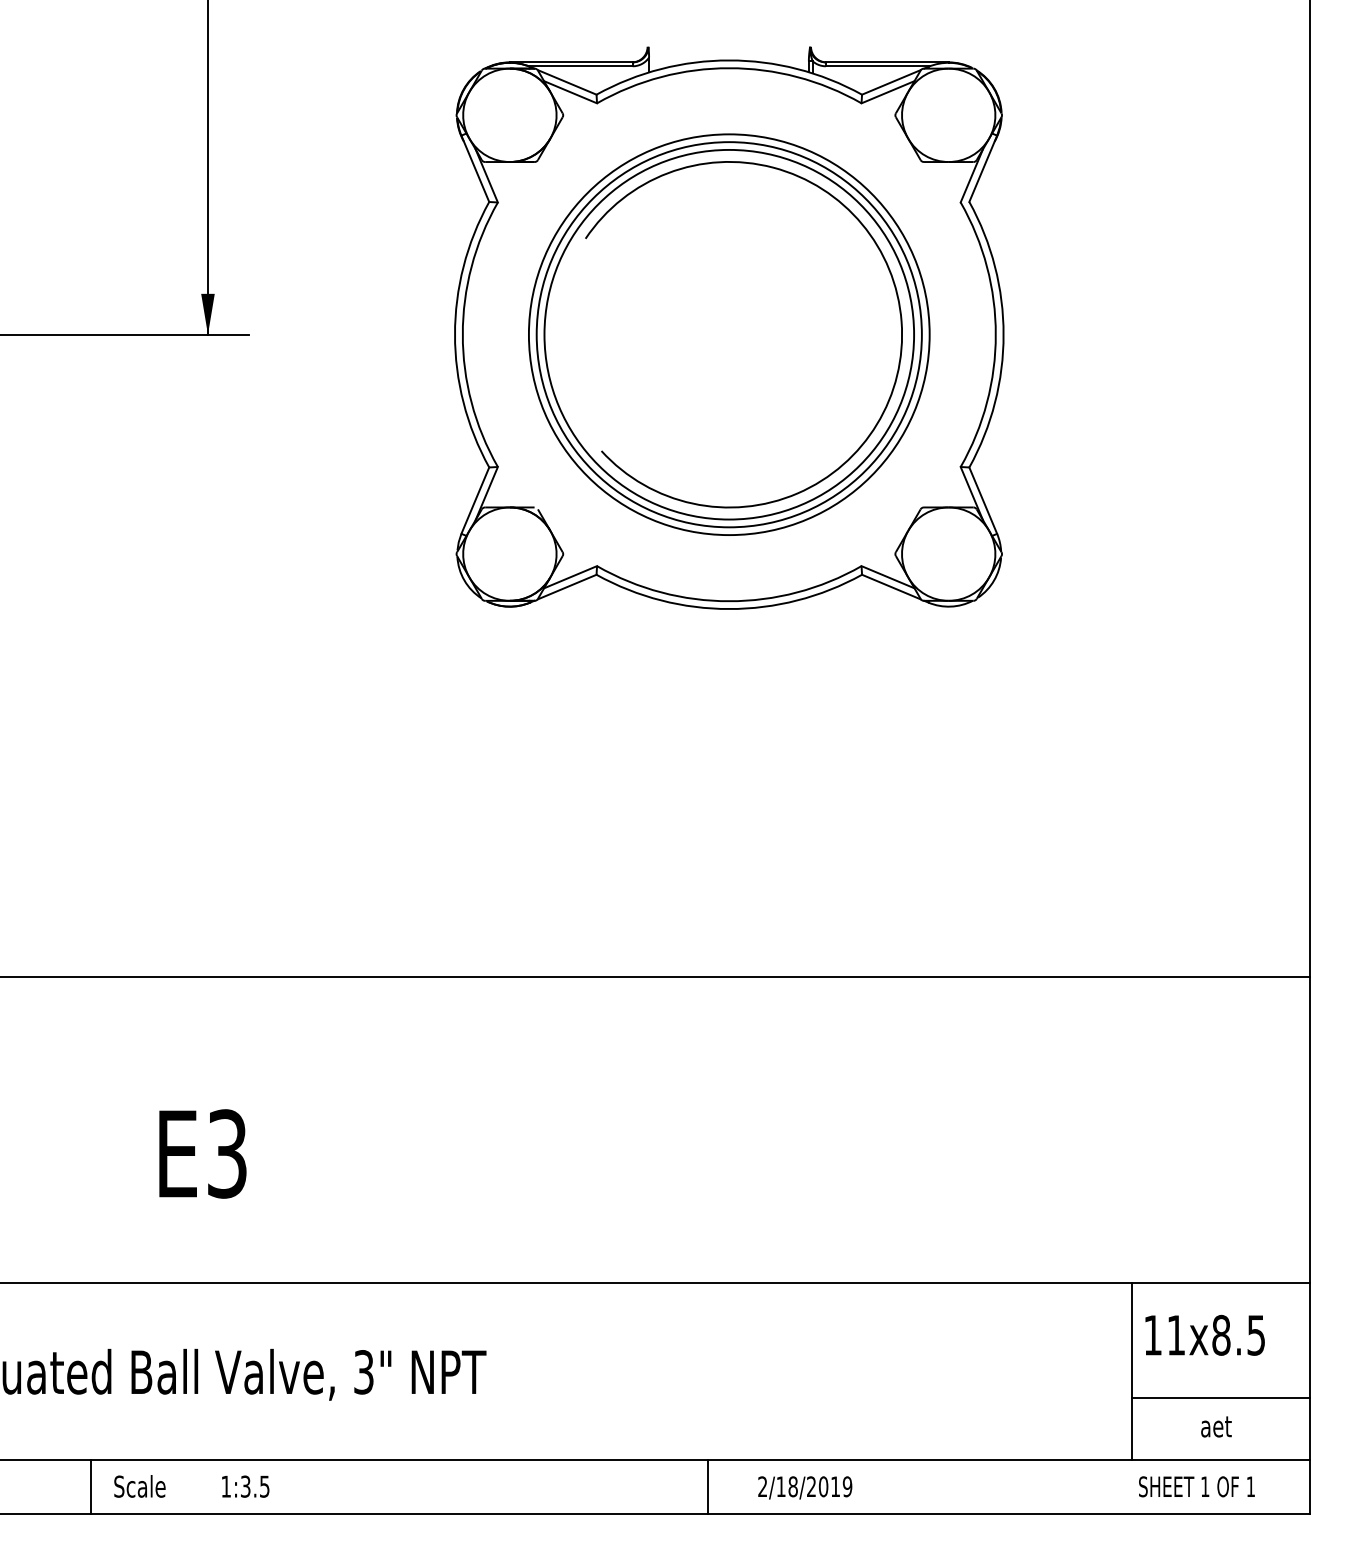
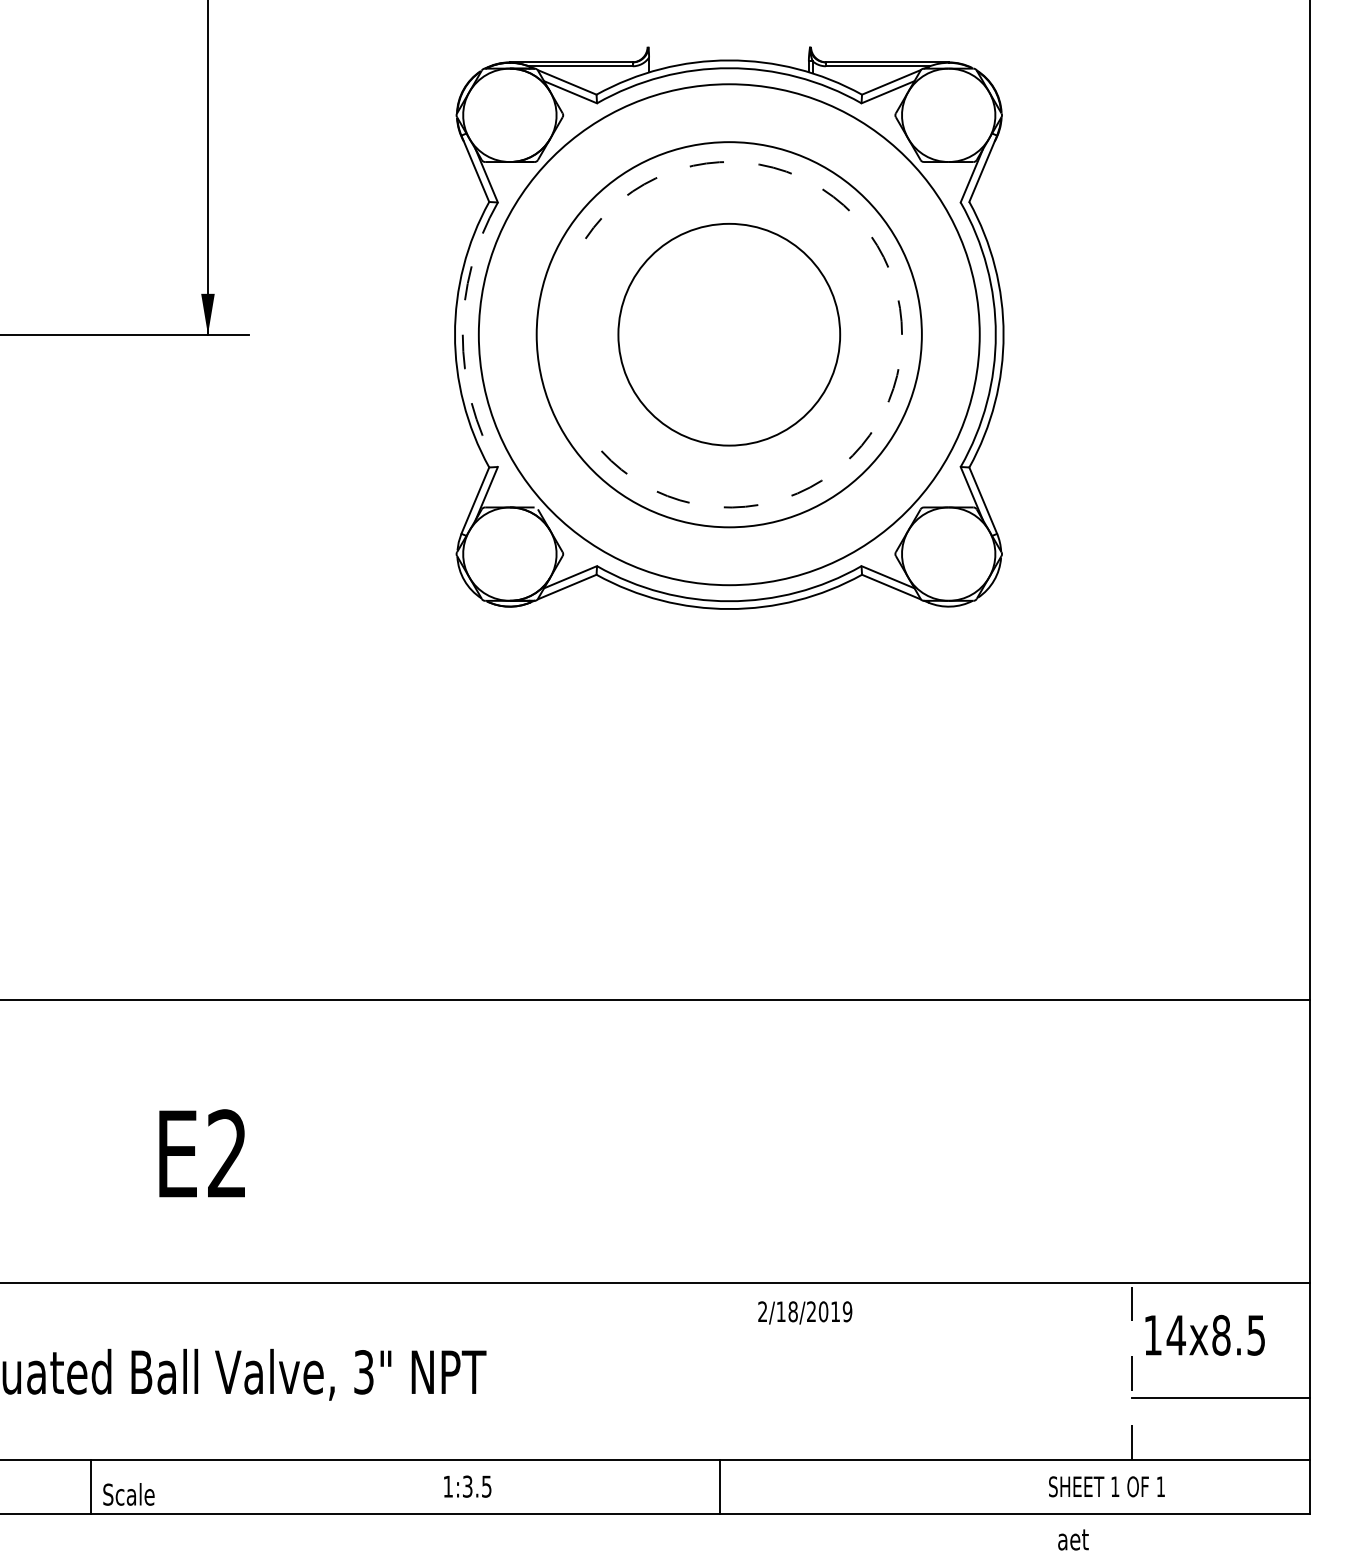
arc at (901, 321): solid -> dashed
arc at (462, 334): solid -> dashed
circle at (728, 334) diameter: 401 px -> 501 px
circle at (729, 334) diameter: 370 px -> 222 px
line at (655, 976) position: (655, 976) -> (655, 999)
text at (227, 1153): E3 -> E2
text at (1175, 1335): 11x8.5 -> 14x8.5
line at (1132, 1371): solid -> dashed
text at (1216, 1426) position: (1216, 1426) -> (1073, 1539)
text at (139, 1486) position: (139, 1486) -> (128, 1494)
text at (245, 1486) position: (245, 1486) -> (467, 1486)
line at (707, 1486) position: (707, 1486) -> (719, 1486)
text at (1196, 1486) position: (1196, 1486) -> (1106, 1486)
text at (805, 1487) position: (805, 1487) -> (805, 1312)
